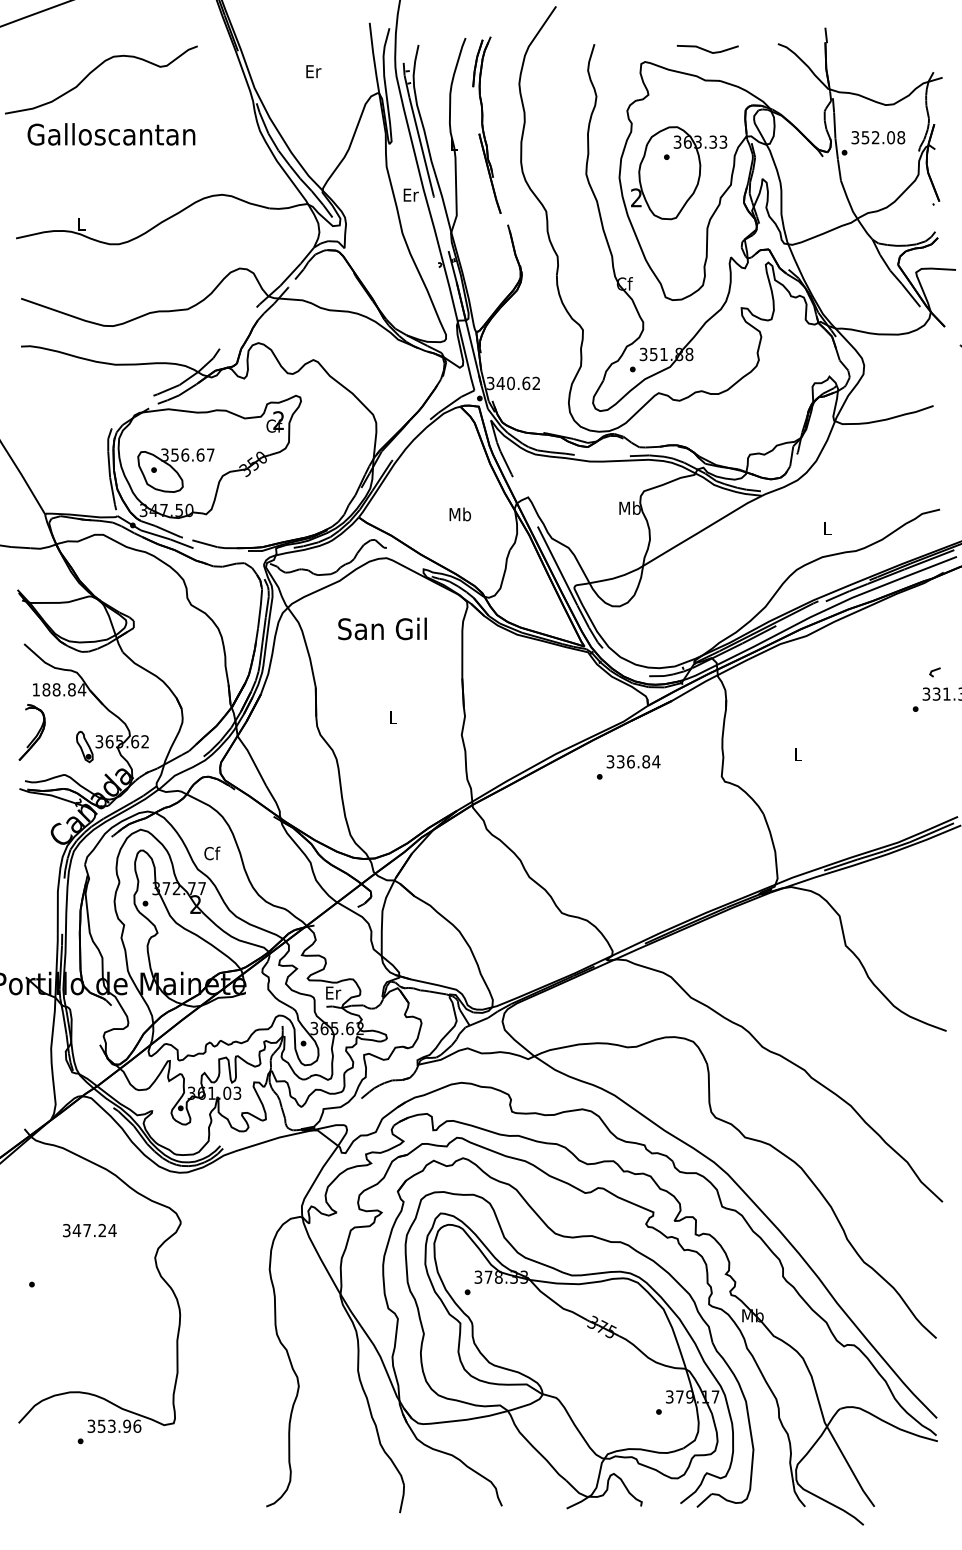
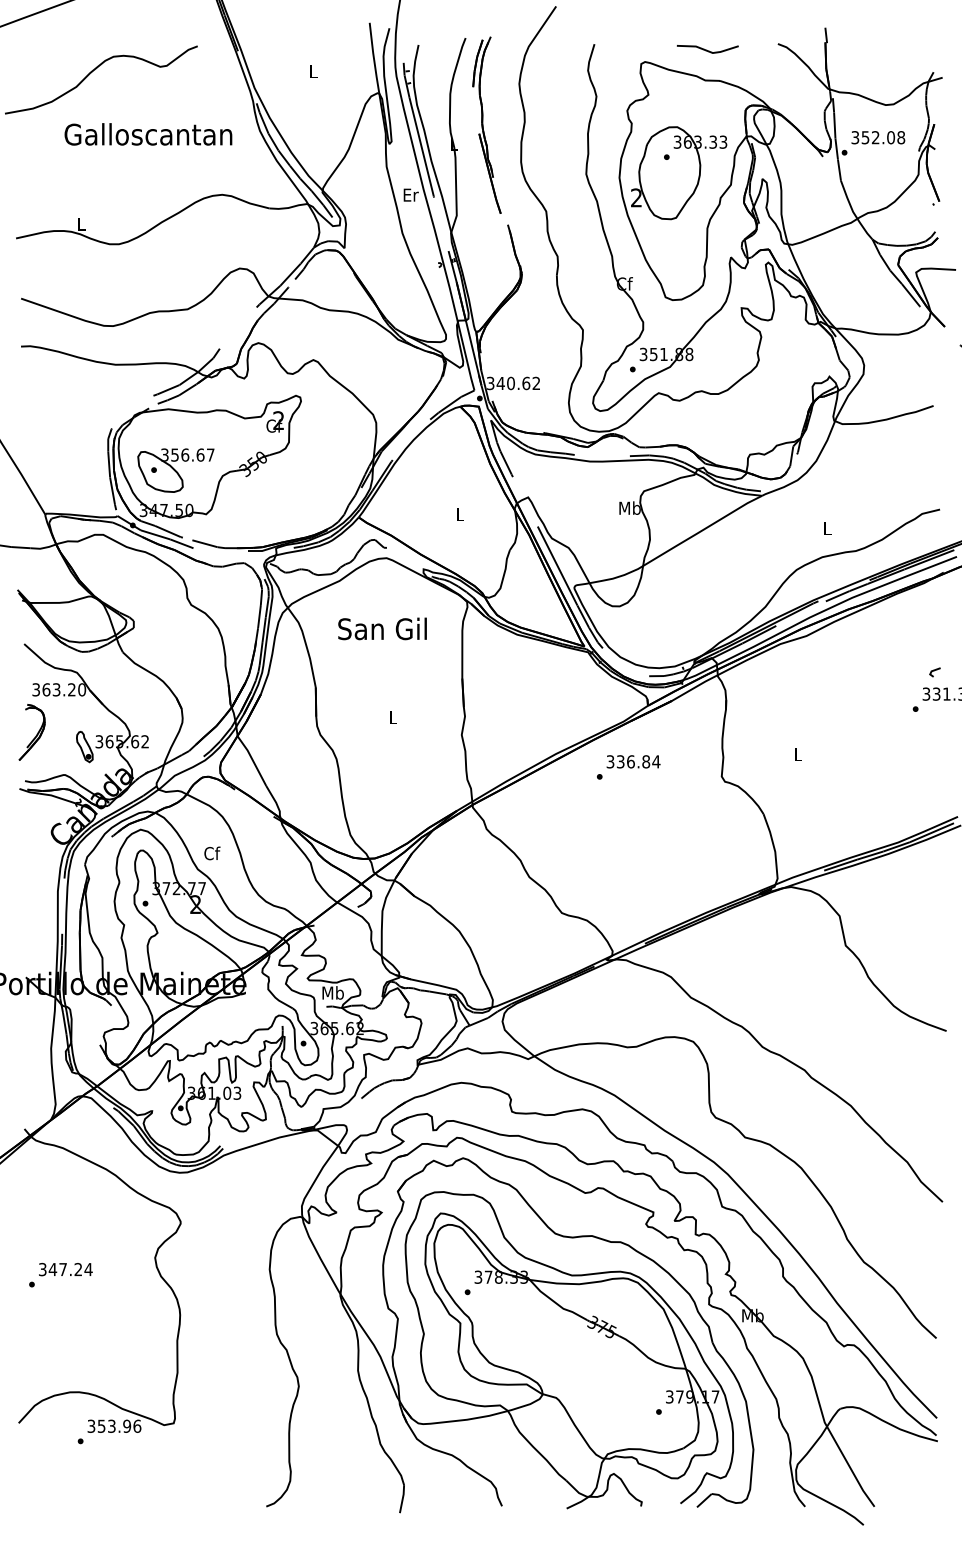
text at (313, 71): Er -> L
text at (111, 134) position: (111, 134) -> (148, 134)
text at (460, 514): Mb -> L
text at (59, 689): 188.84 -> 363.20
text at (332, 992): Er -> Mb
text at (89, 1230) position: (89, 1230) -> (65, 1269)
